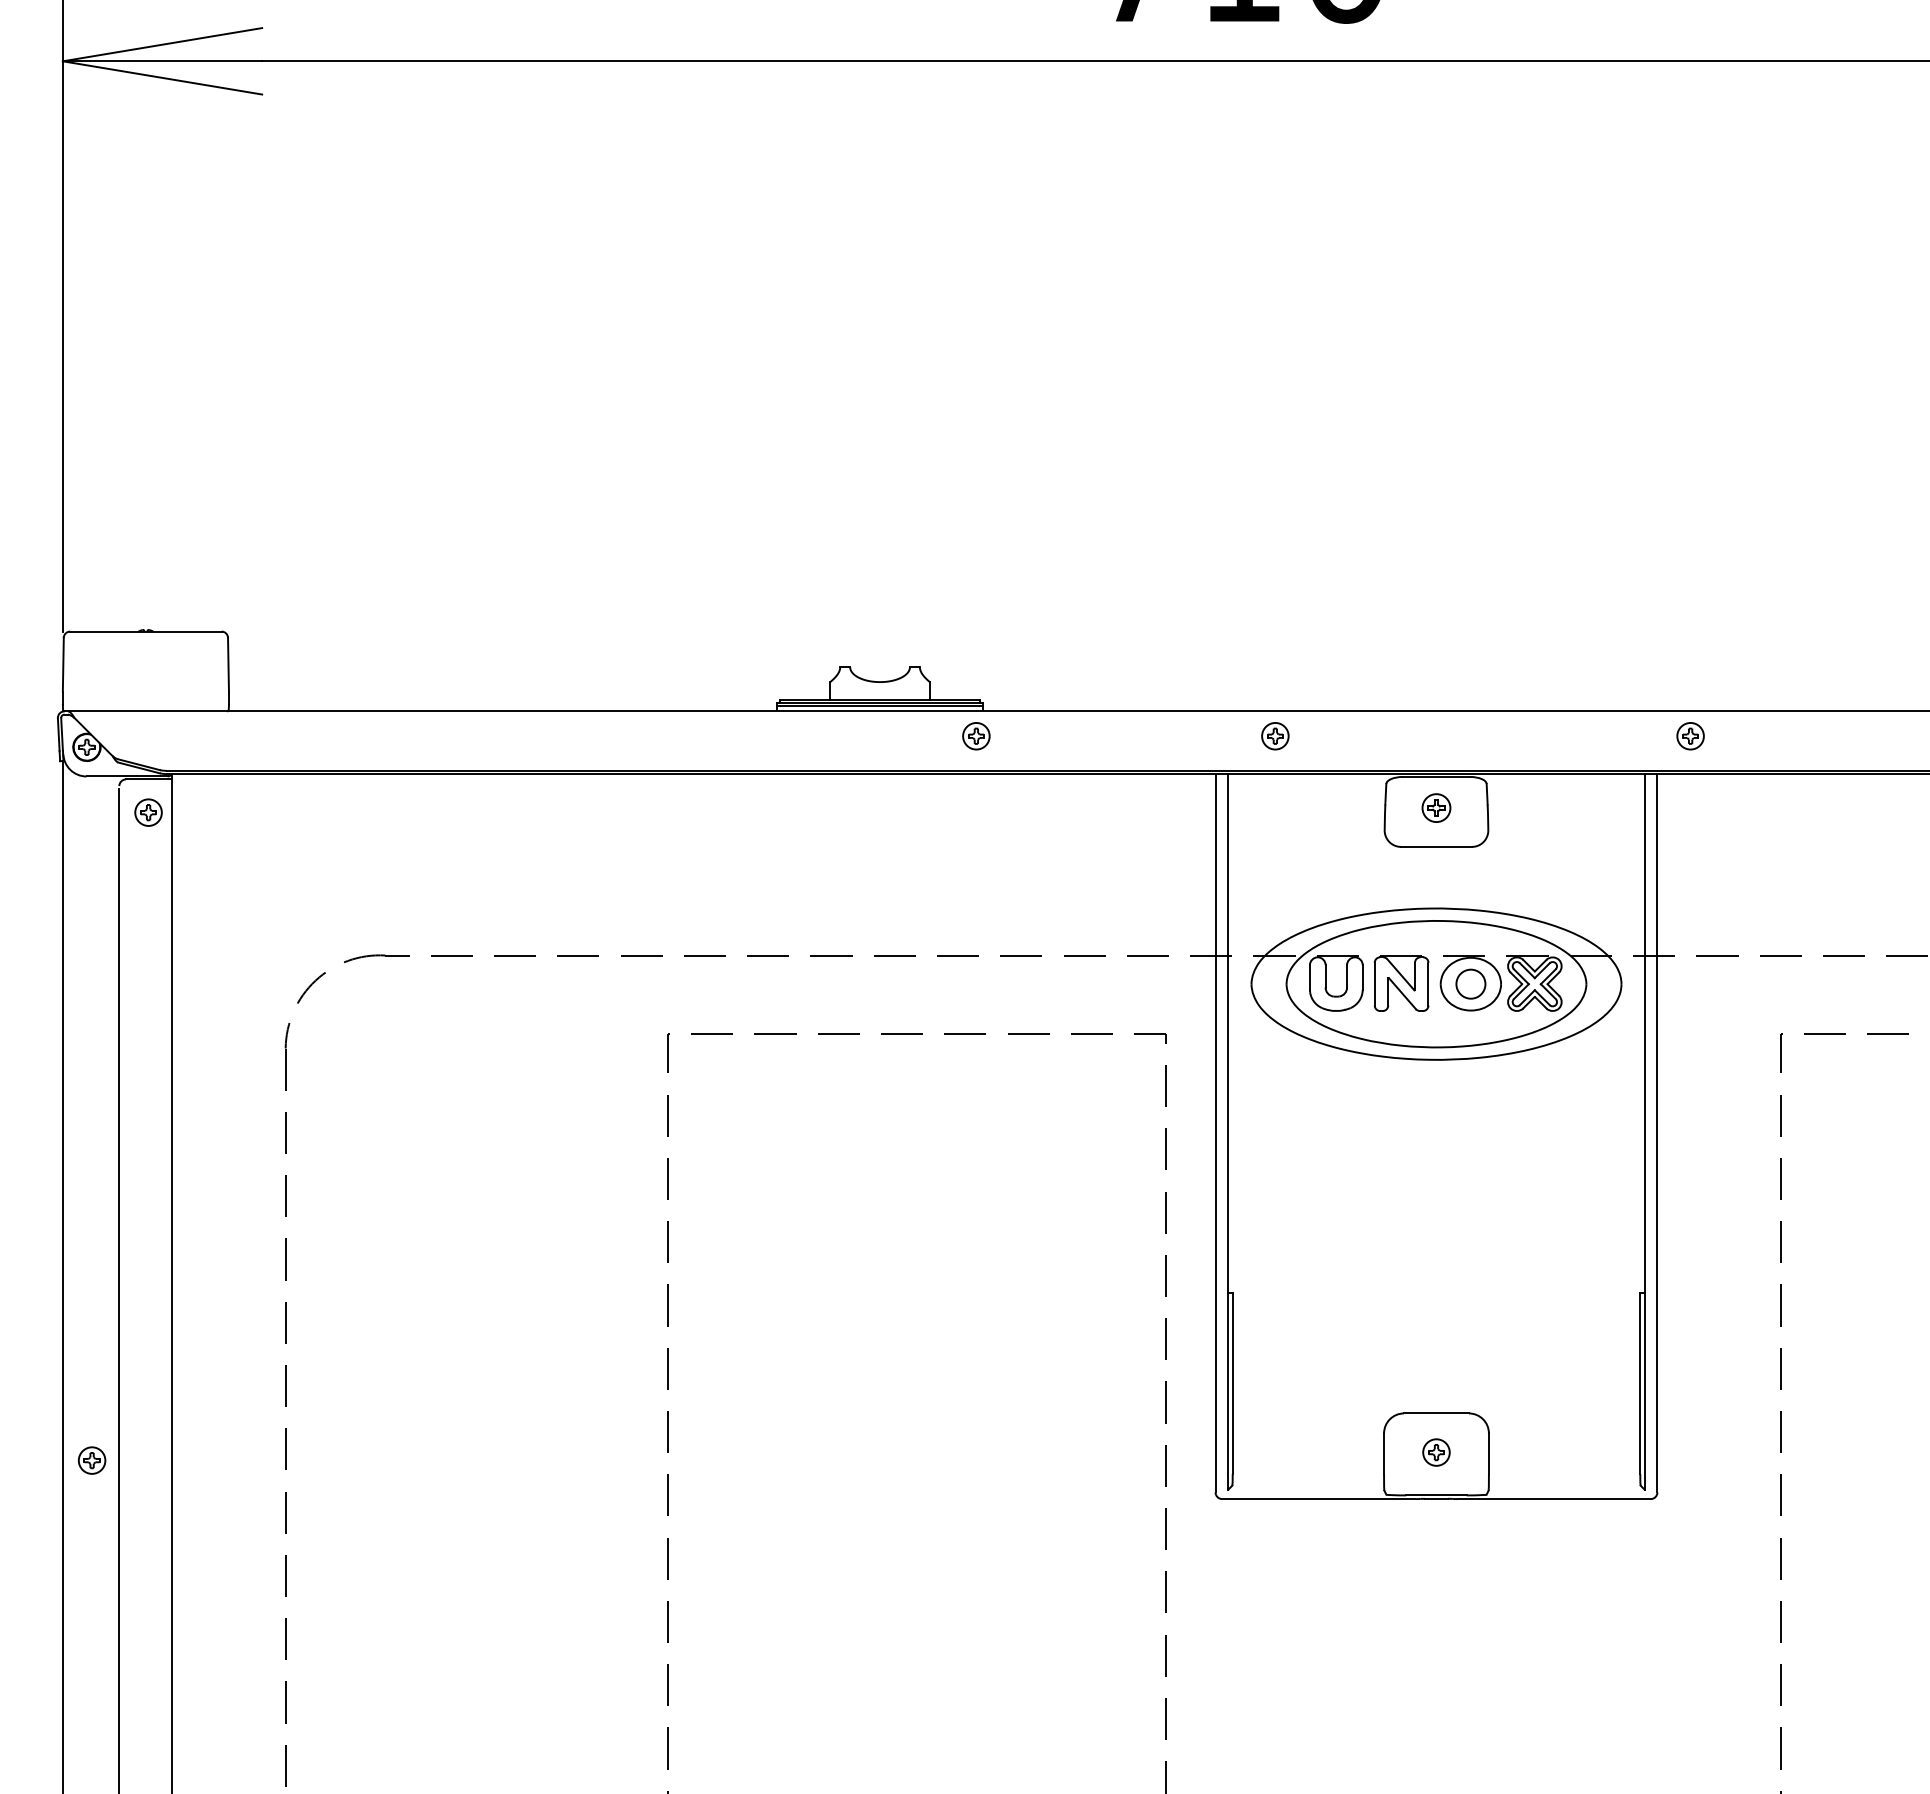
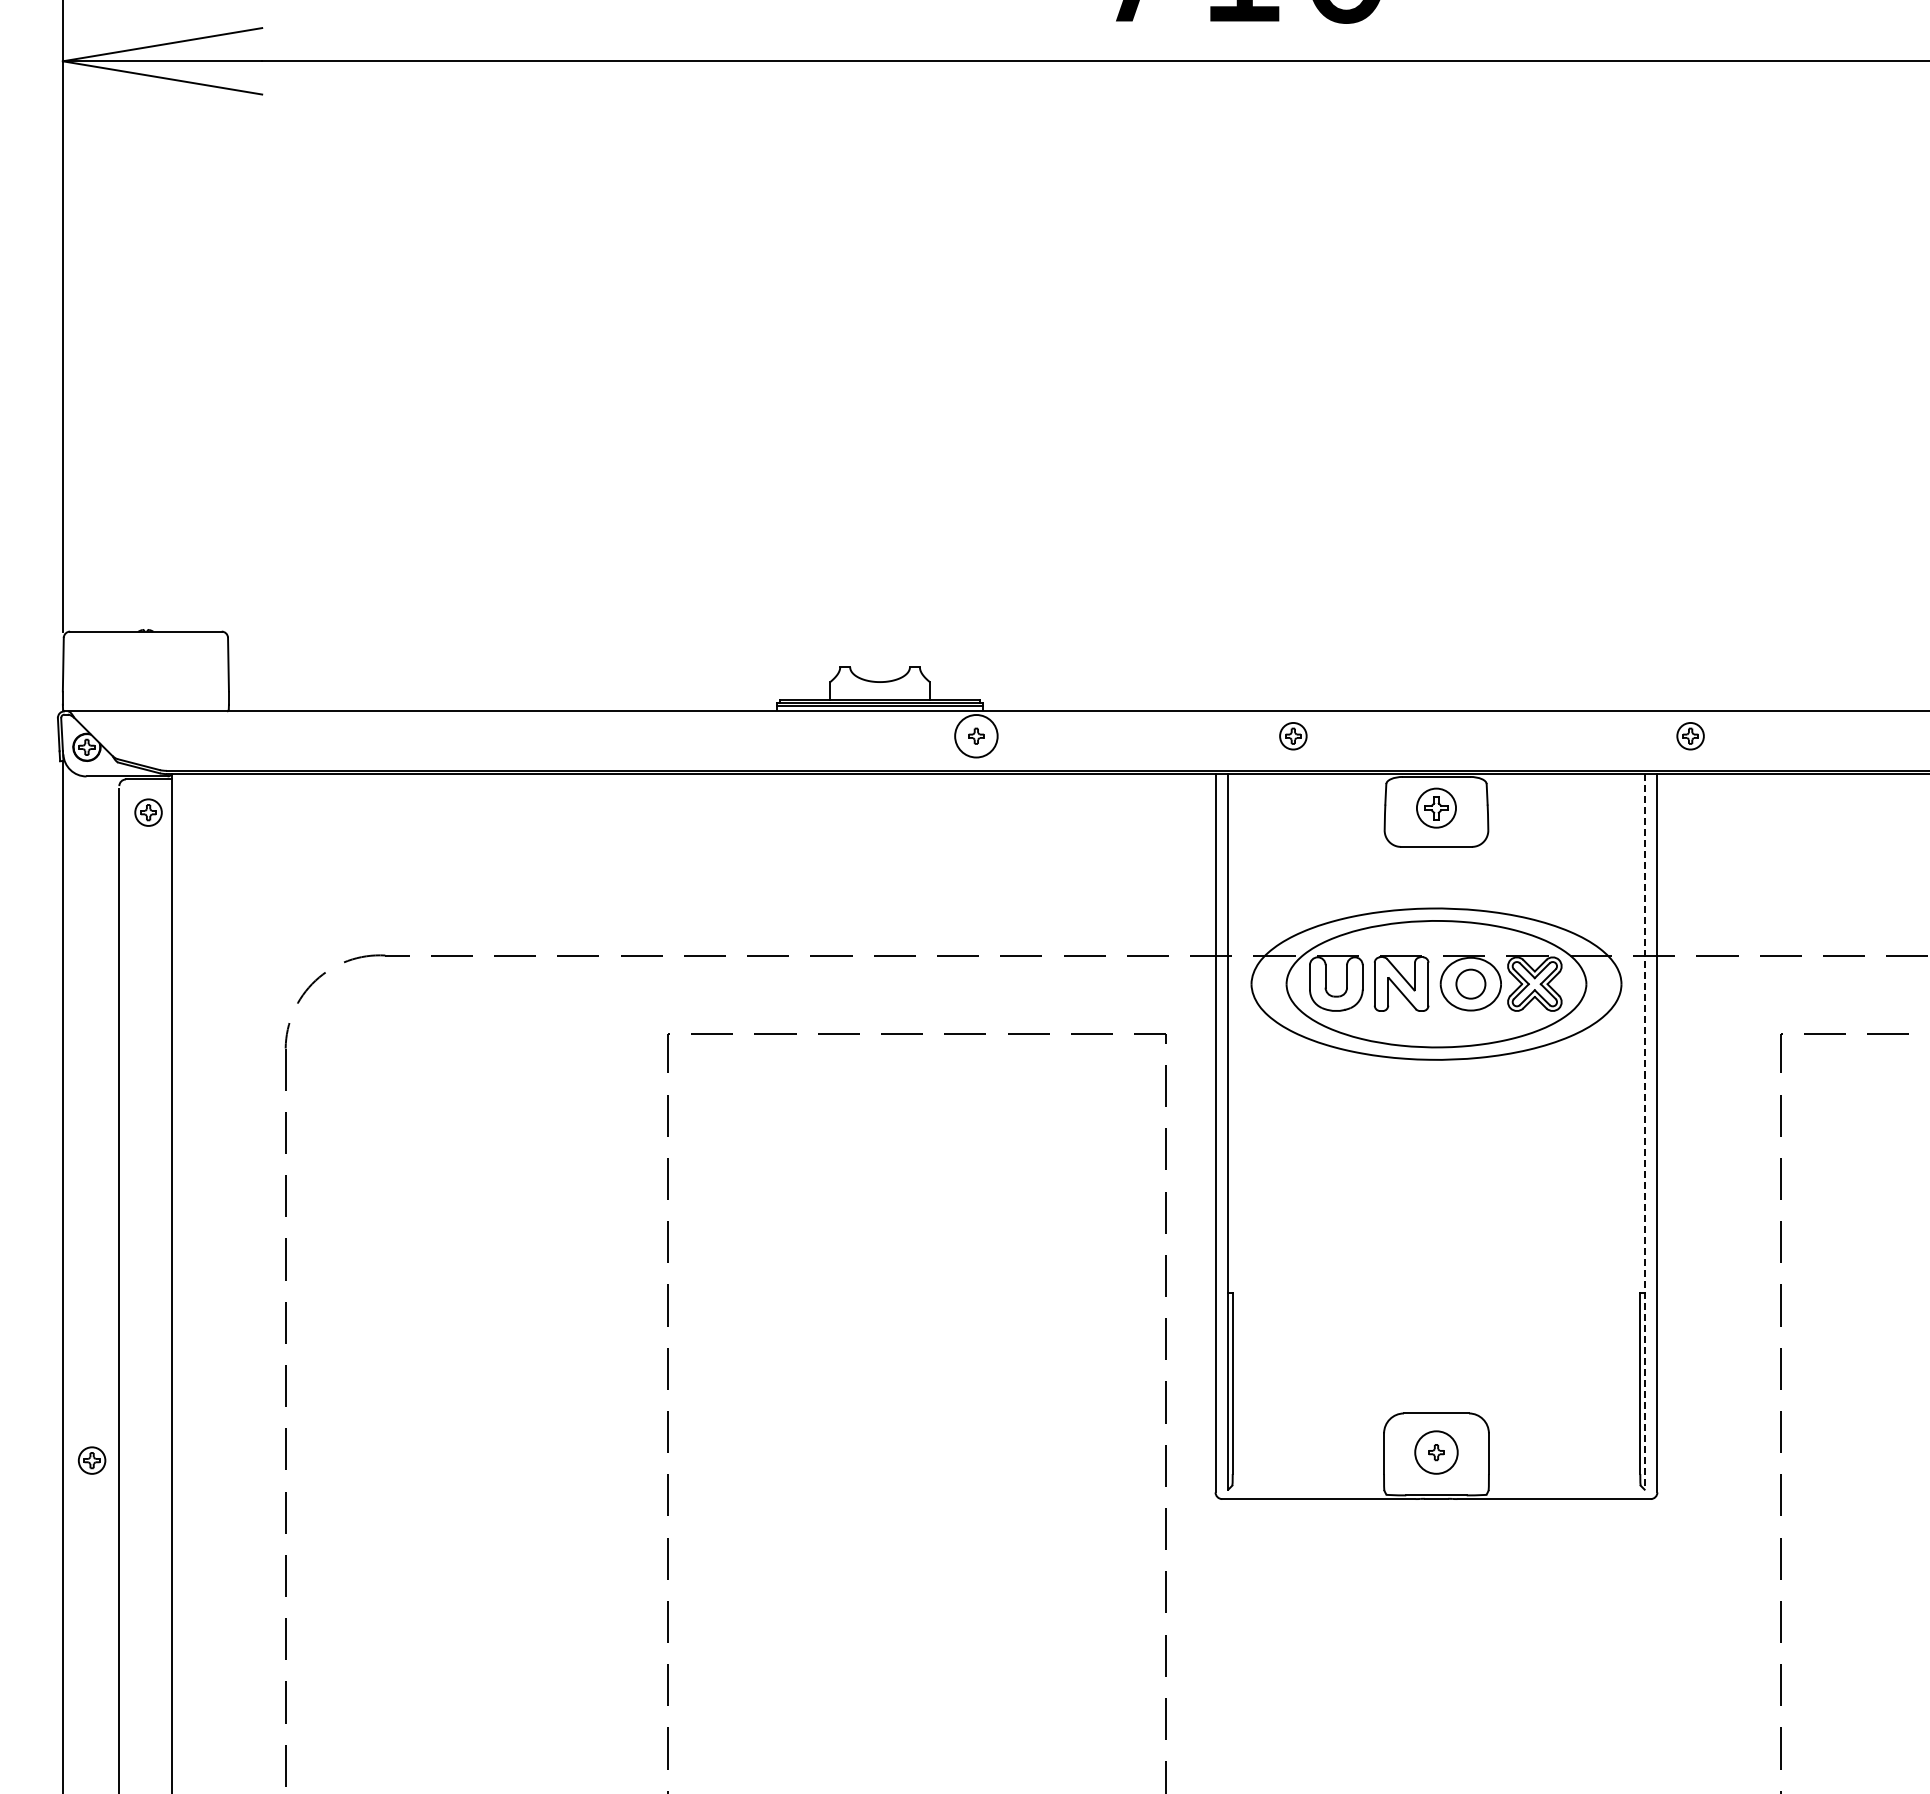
circle at (976, 735) diameter: 27 px -> 43 px
part at (1275, 736) position: (1275, 736) -> (1293, 736)
part at (1436, 807) size: 31x30 px -> 41x42 px
line at (1644, 1132): solid -> dashed
circle at (1436, 1452) diameter: 27 px -> 43 px
